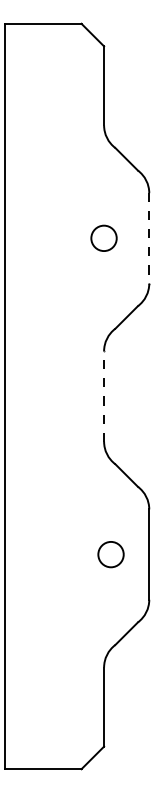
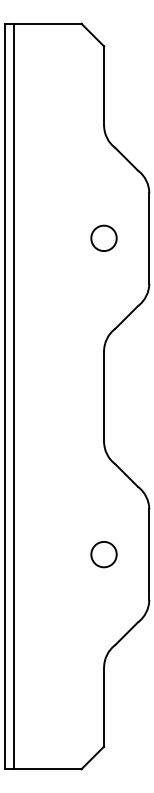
line at (149, 238): dashed -> solid
line at (13, 396): none -> present
line at (104, 396): dashed -> solid
circle at (110, 554) position: (110, 554) -> (103, 554)
